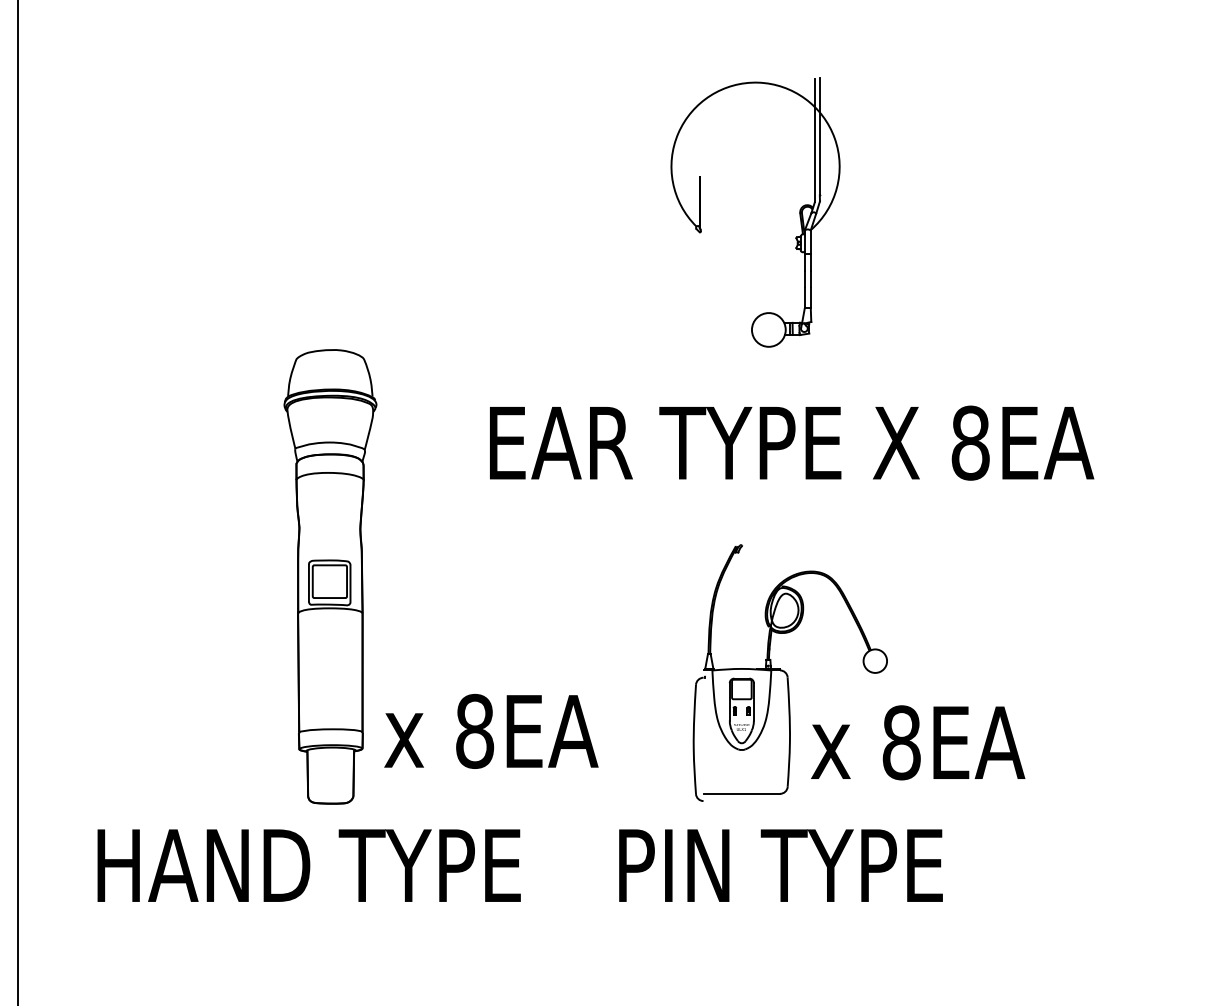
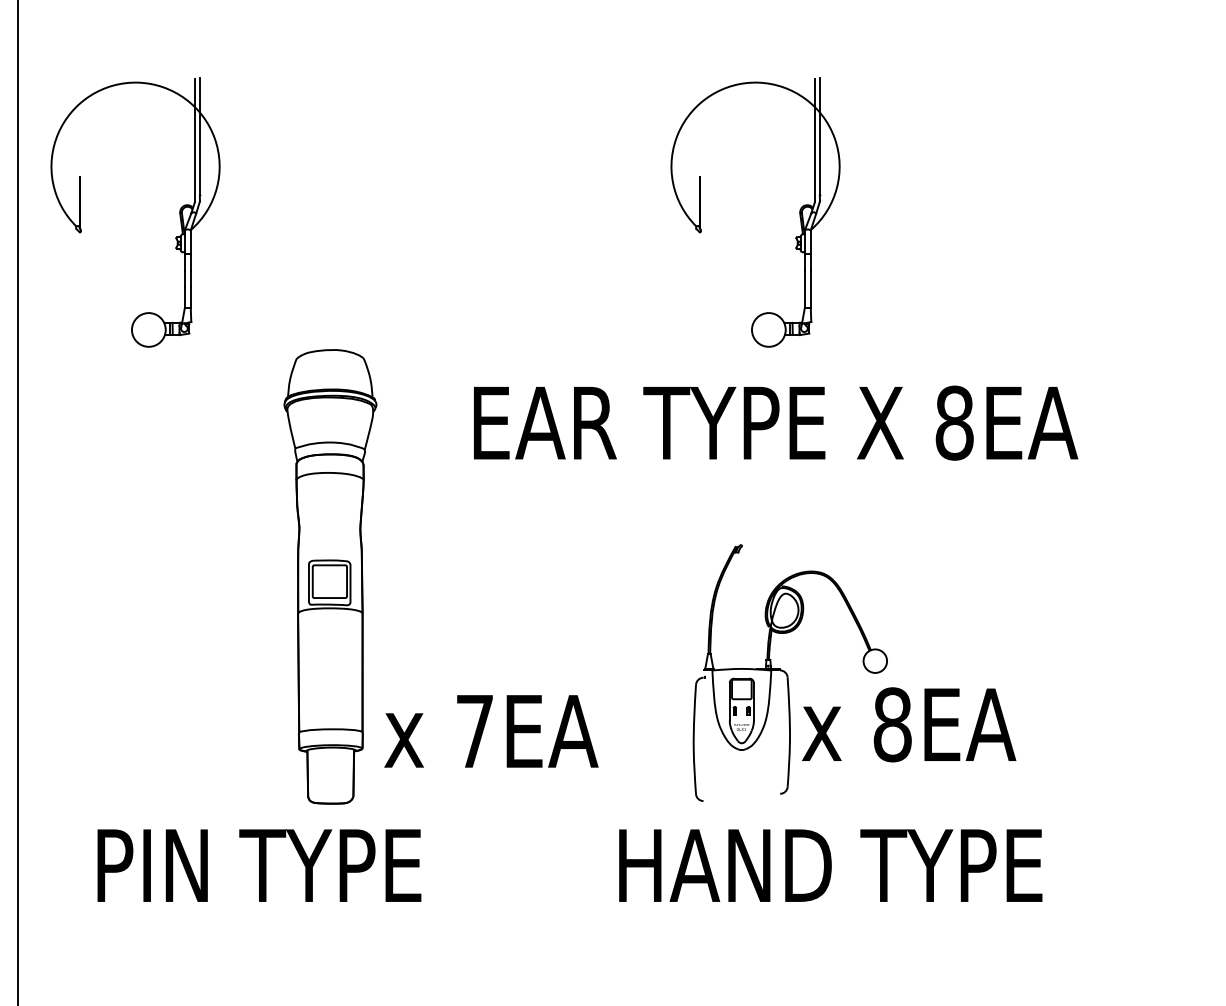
part at (179, 212): none -> present
text at (792, 442) position: (792, 442) -> (776, 422)
text at (475, 730): 8EA -> 7EA
text at (918, 742) position: (918, 742) -> (909, 724)
line at (741, 793): present -> none
text at (312, 865): HAND TYPE -> PIN TYPE
text at (834, 865): PIN TYPE -> HAND TYPE
